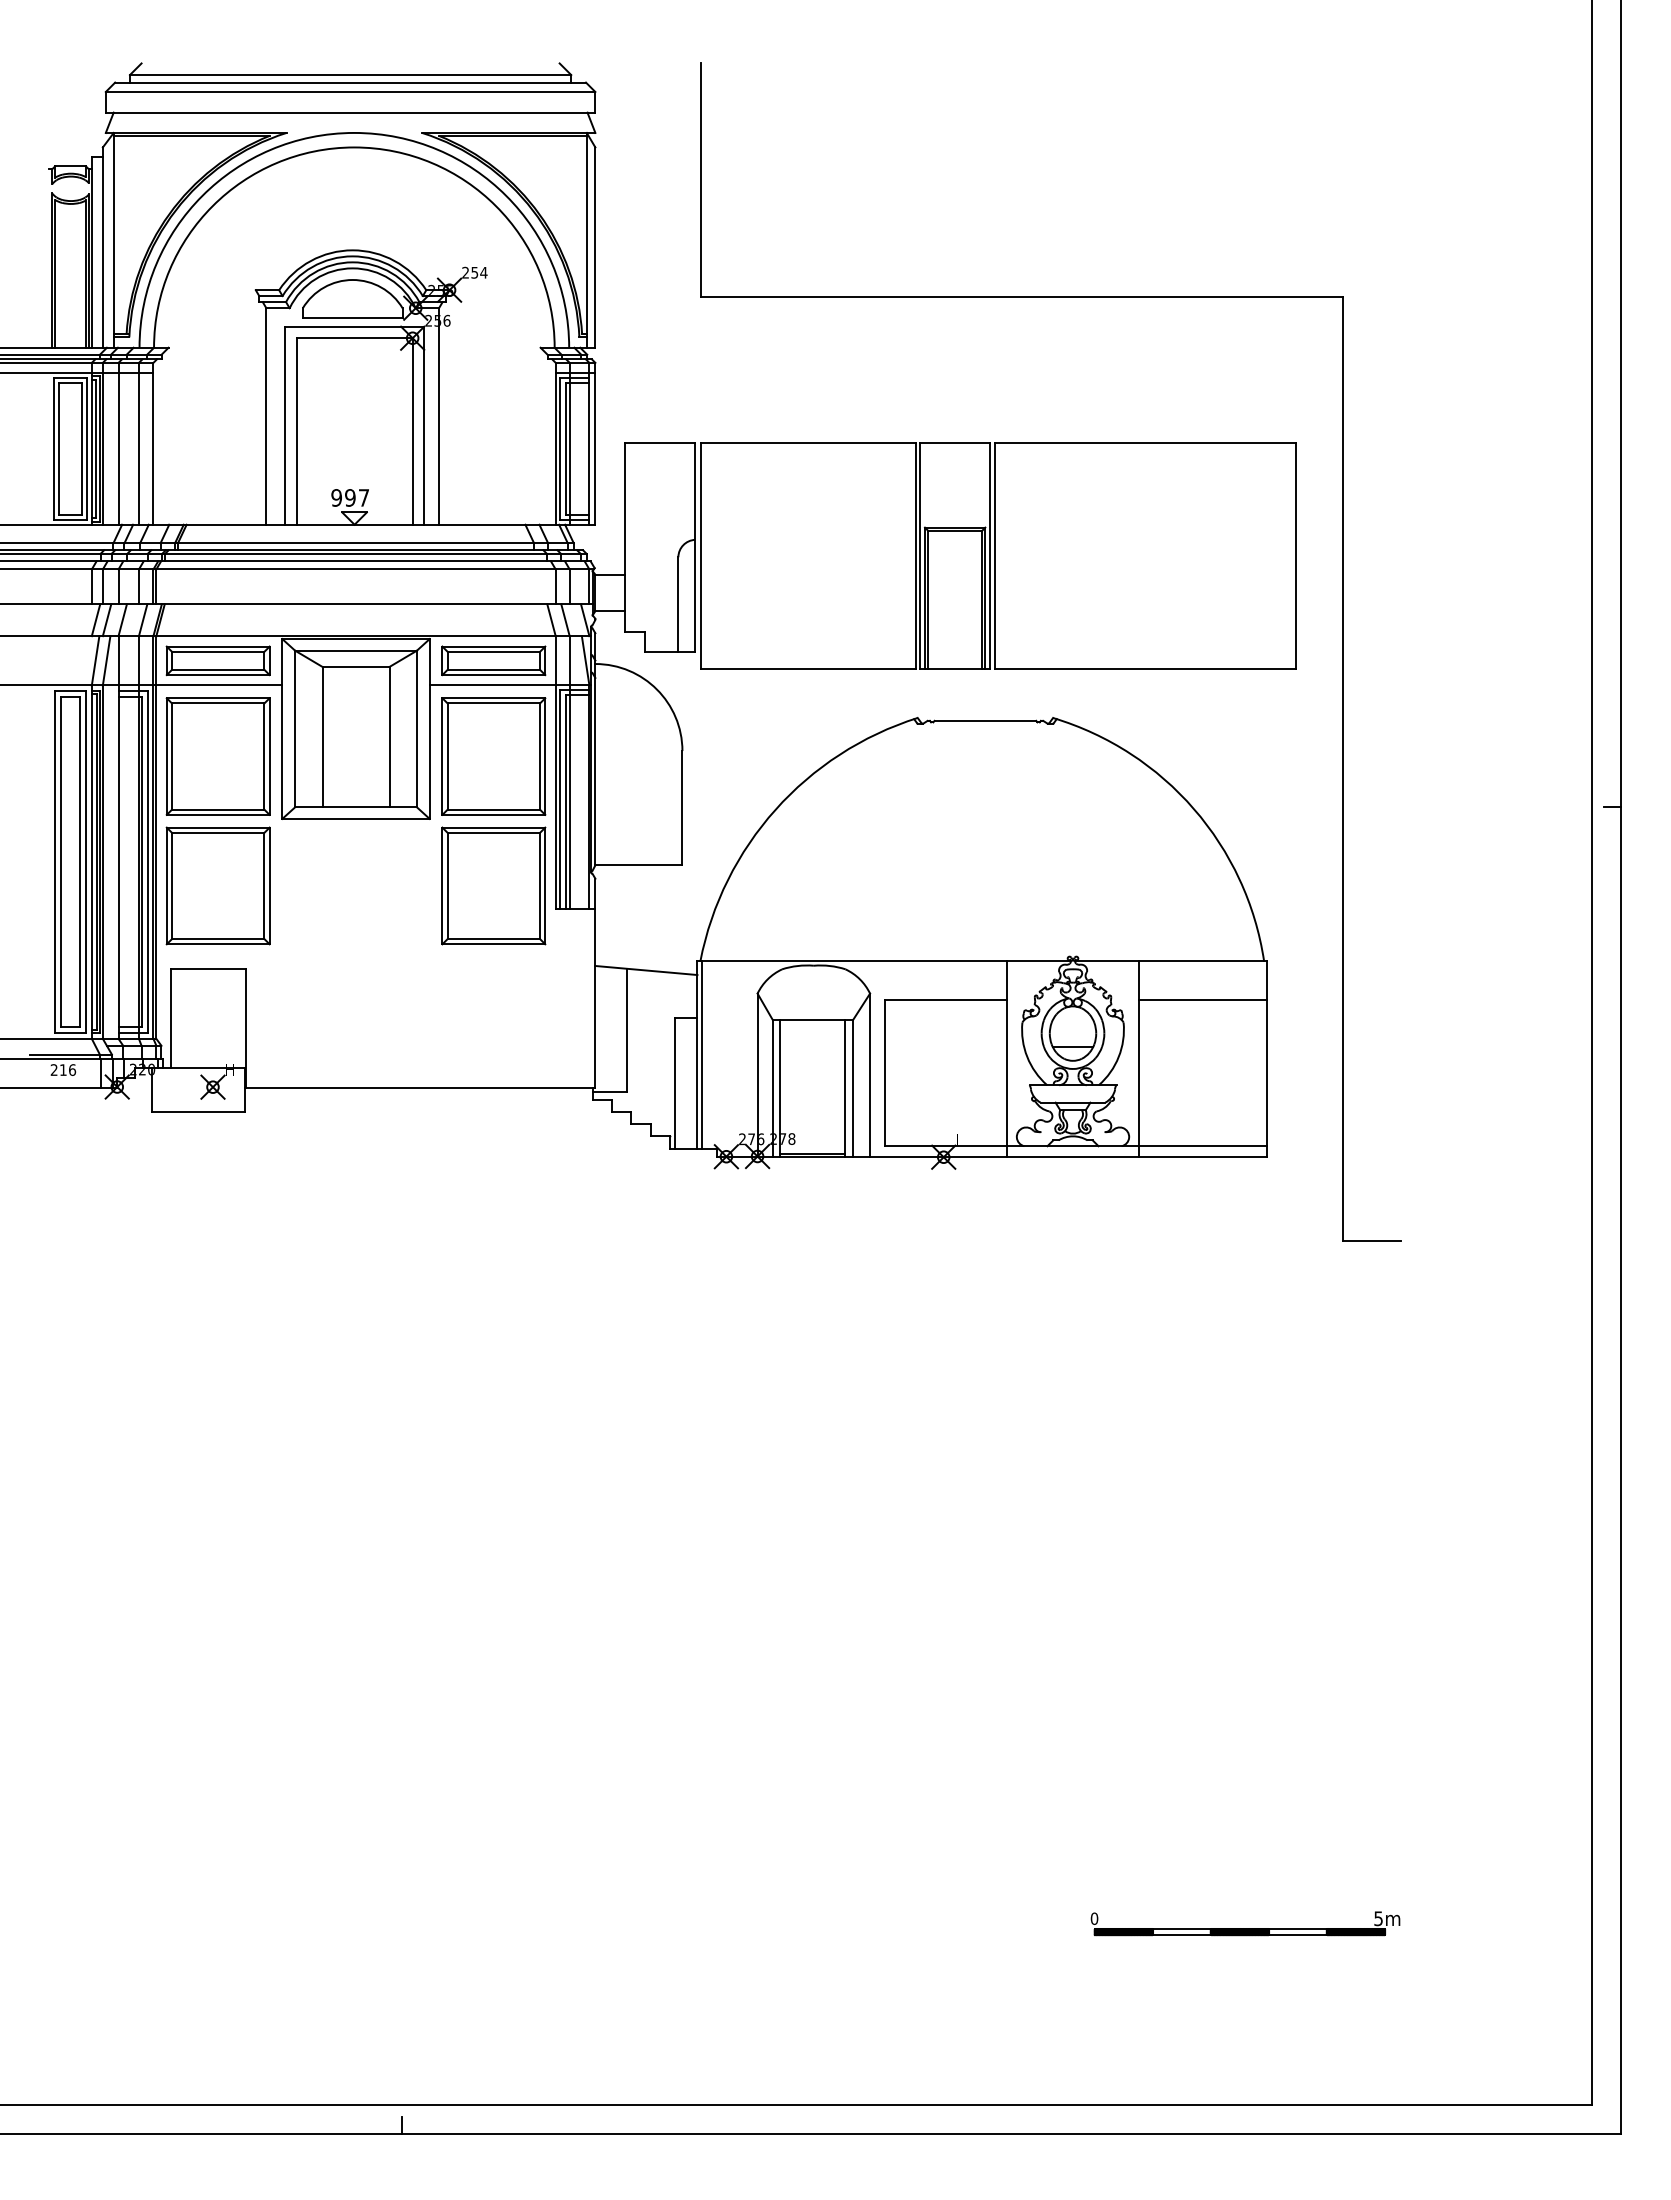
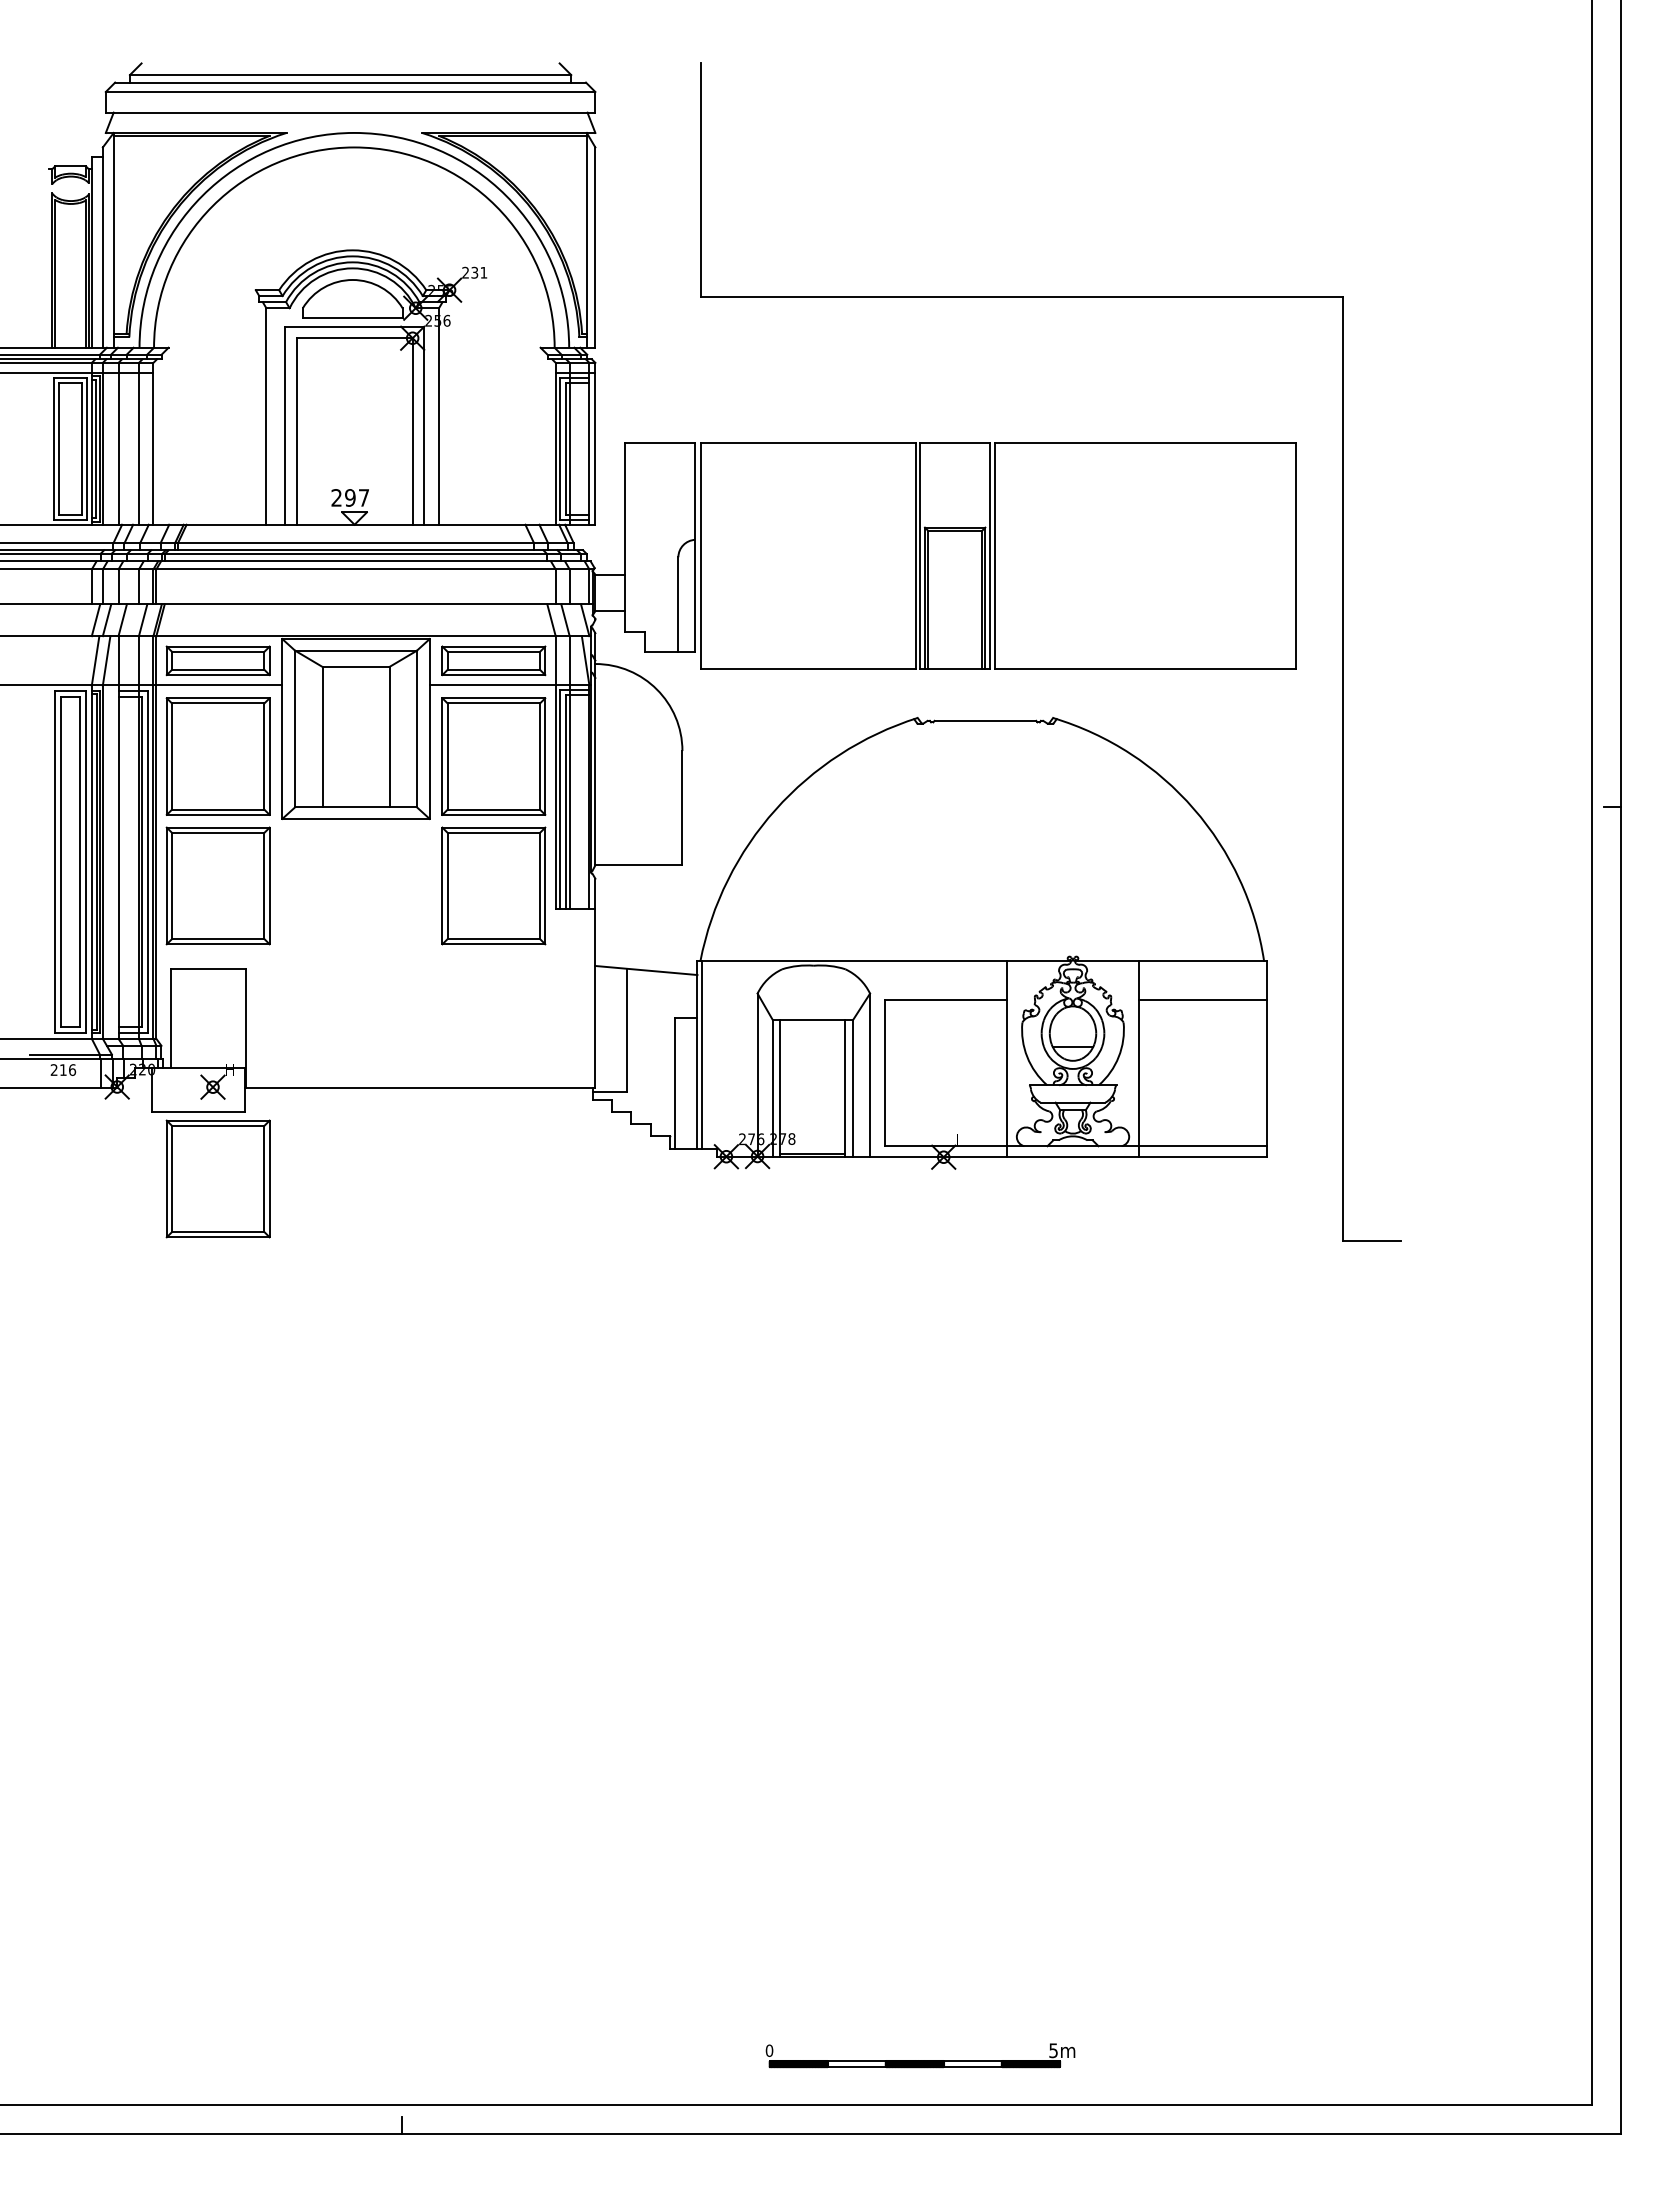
text at (479, 272): 254 -> 231
text at (336, 497): 997 -> 297
part at (217, 1178): none -> present
part at (1245, 1923) position: (1245, 1923) -> (920, 2055)
